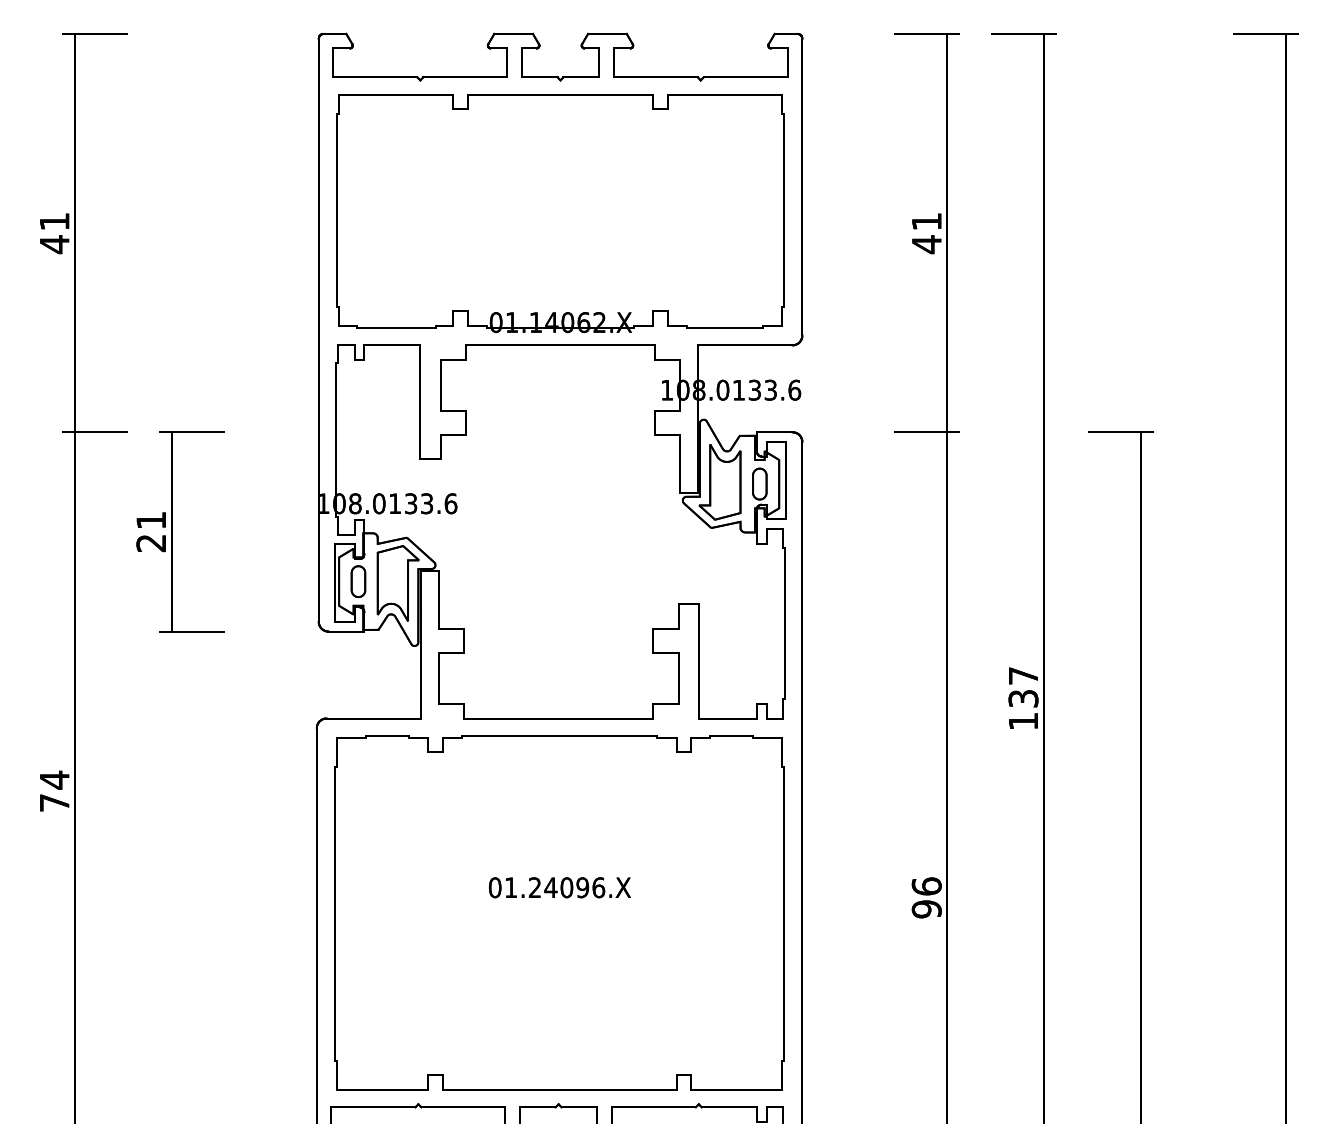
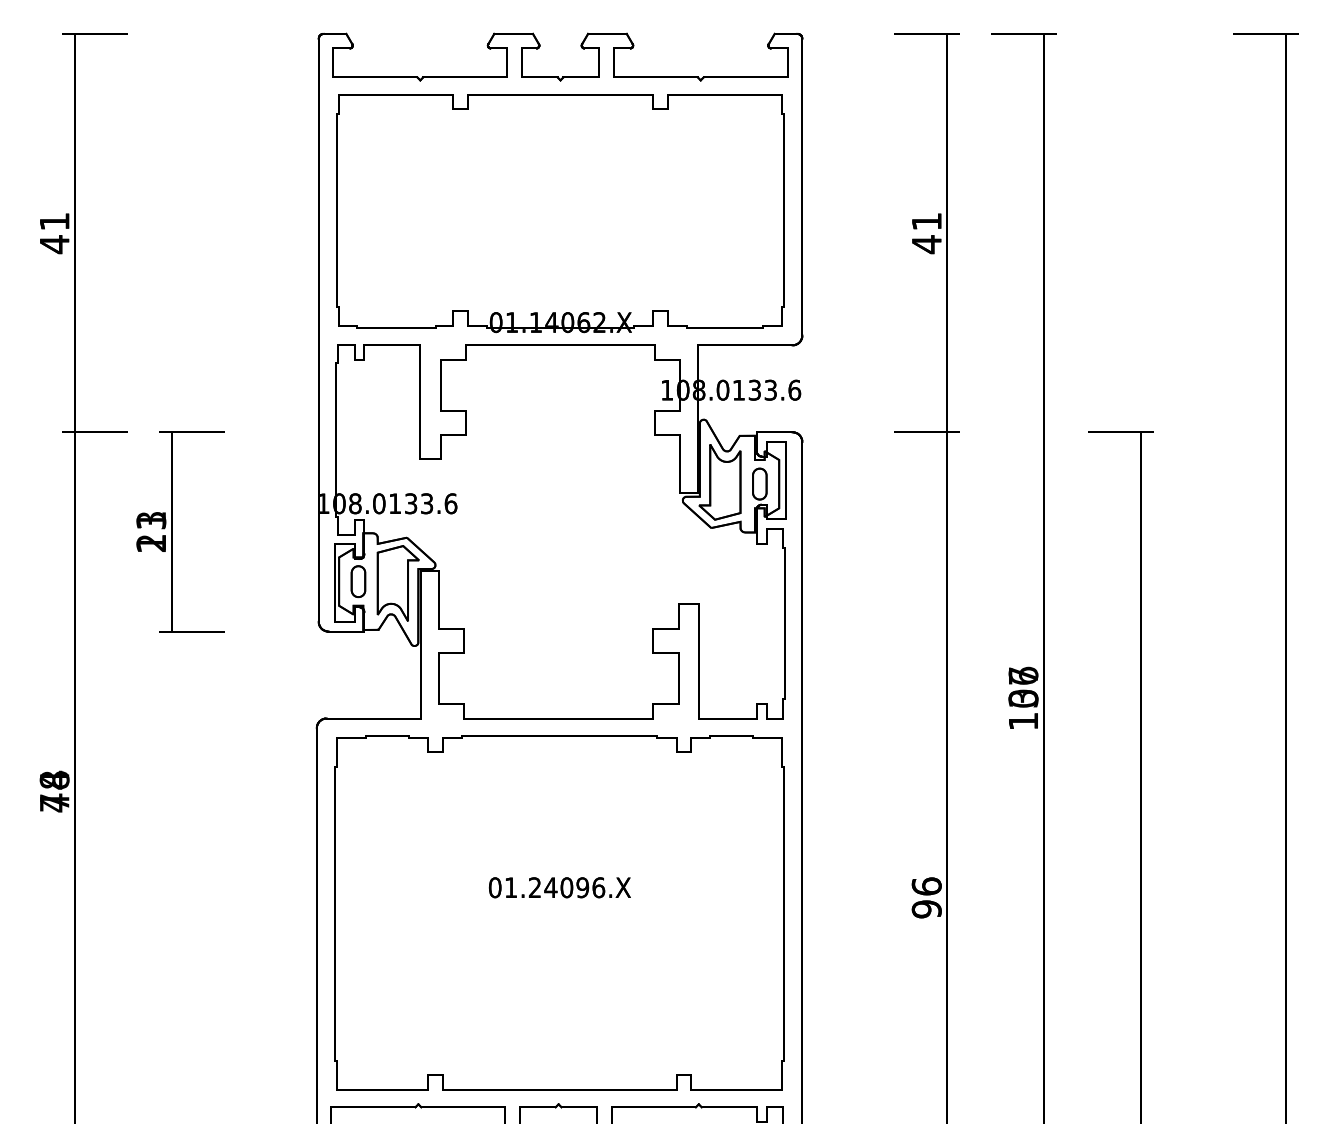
text at (151, 531): 21 -> 13
text at (1023, 686): 137 -> 106
text at (54, 791): 74 -> 48
